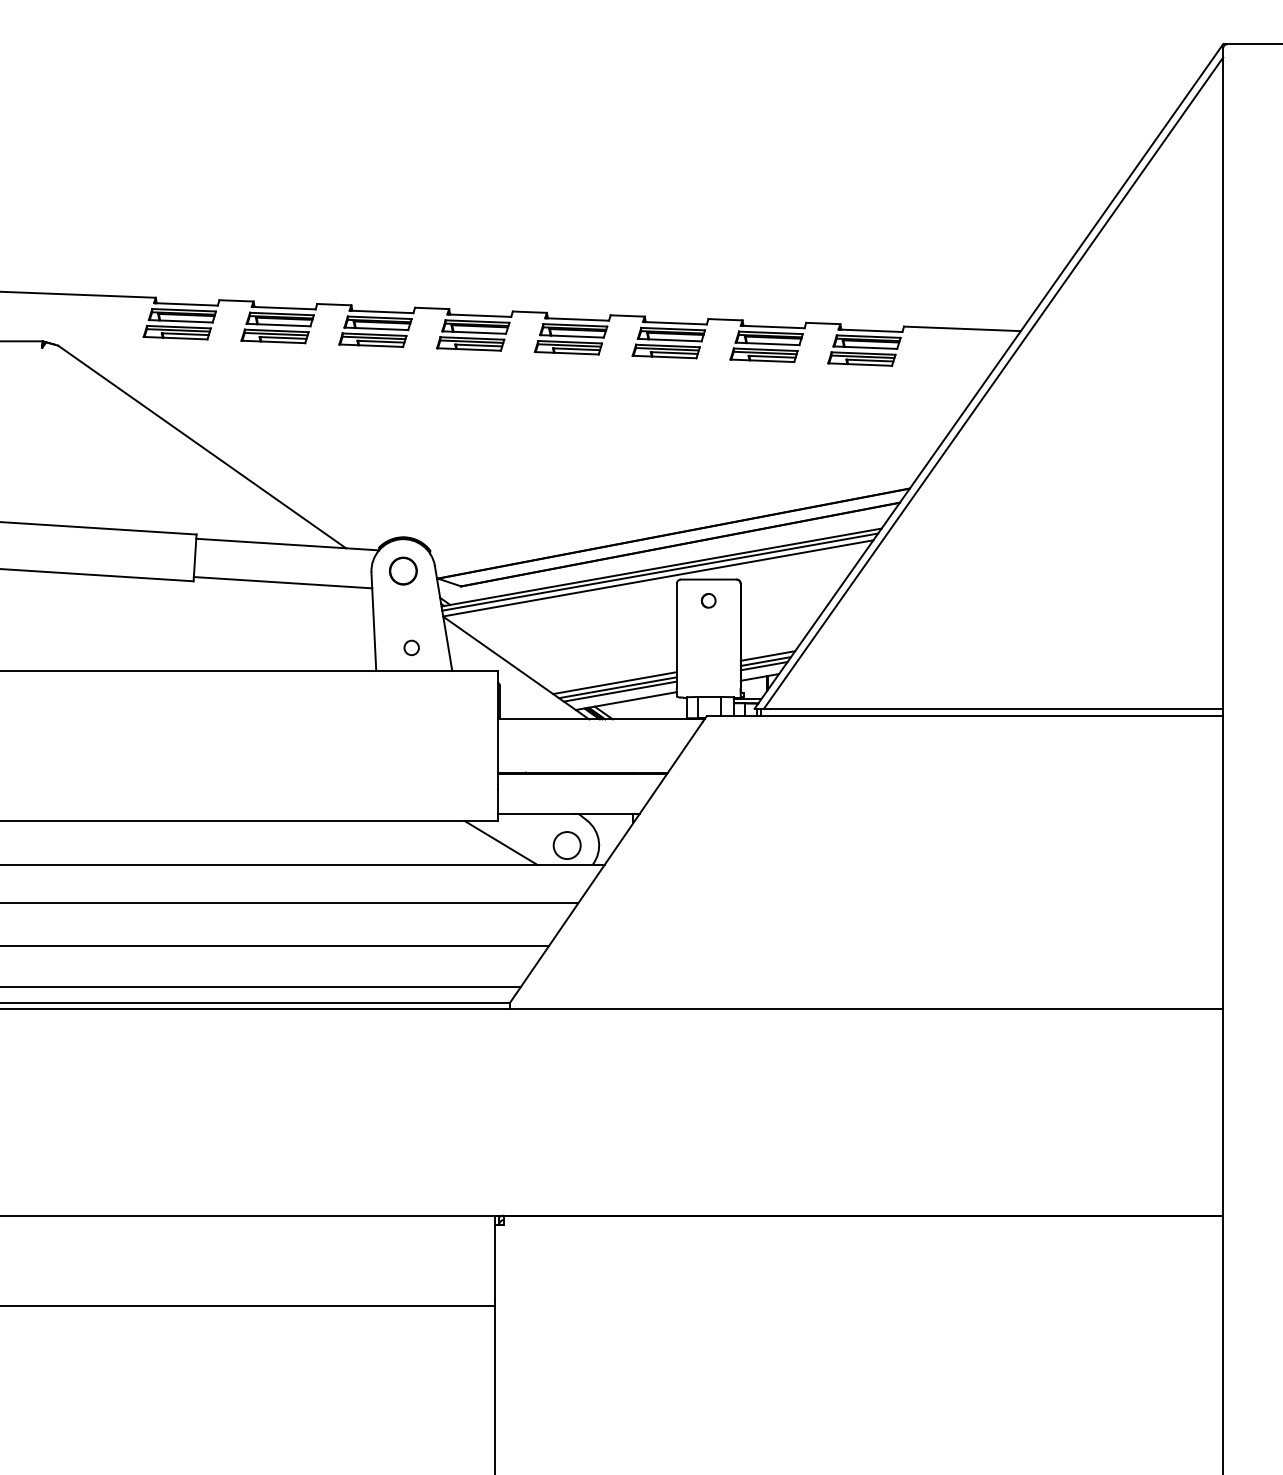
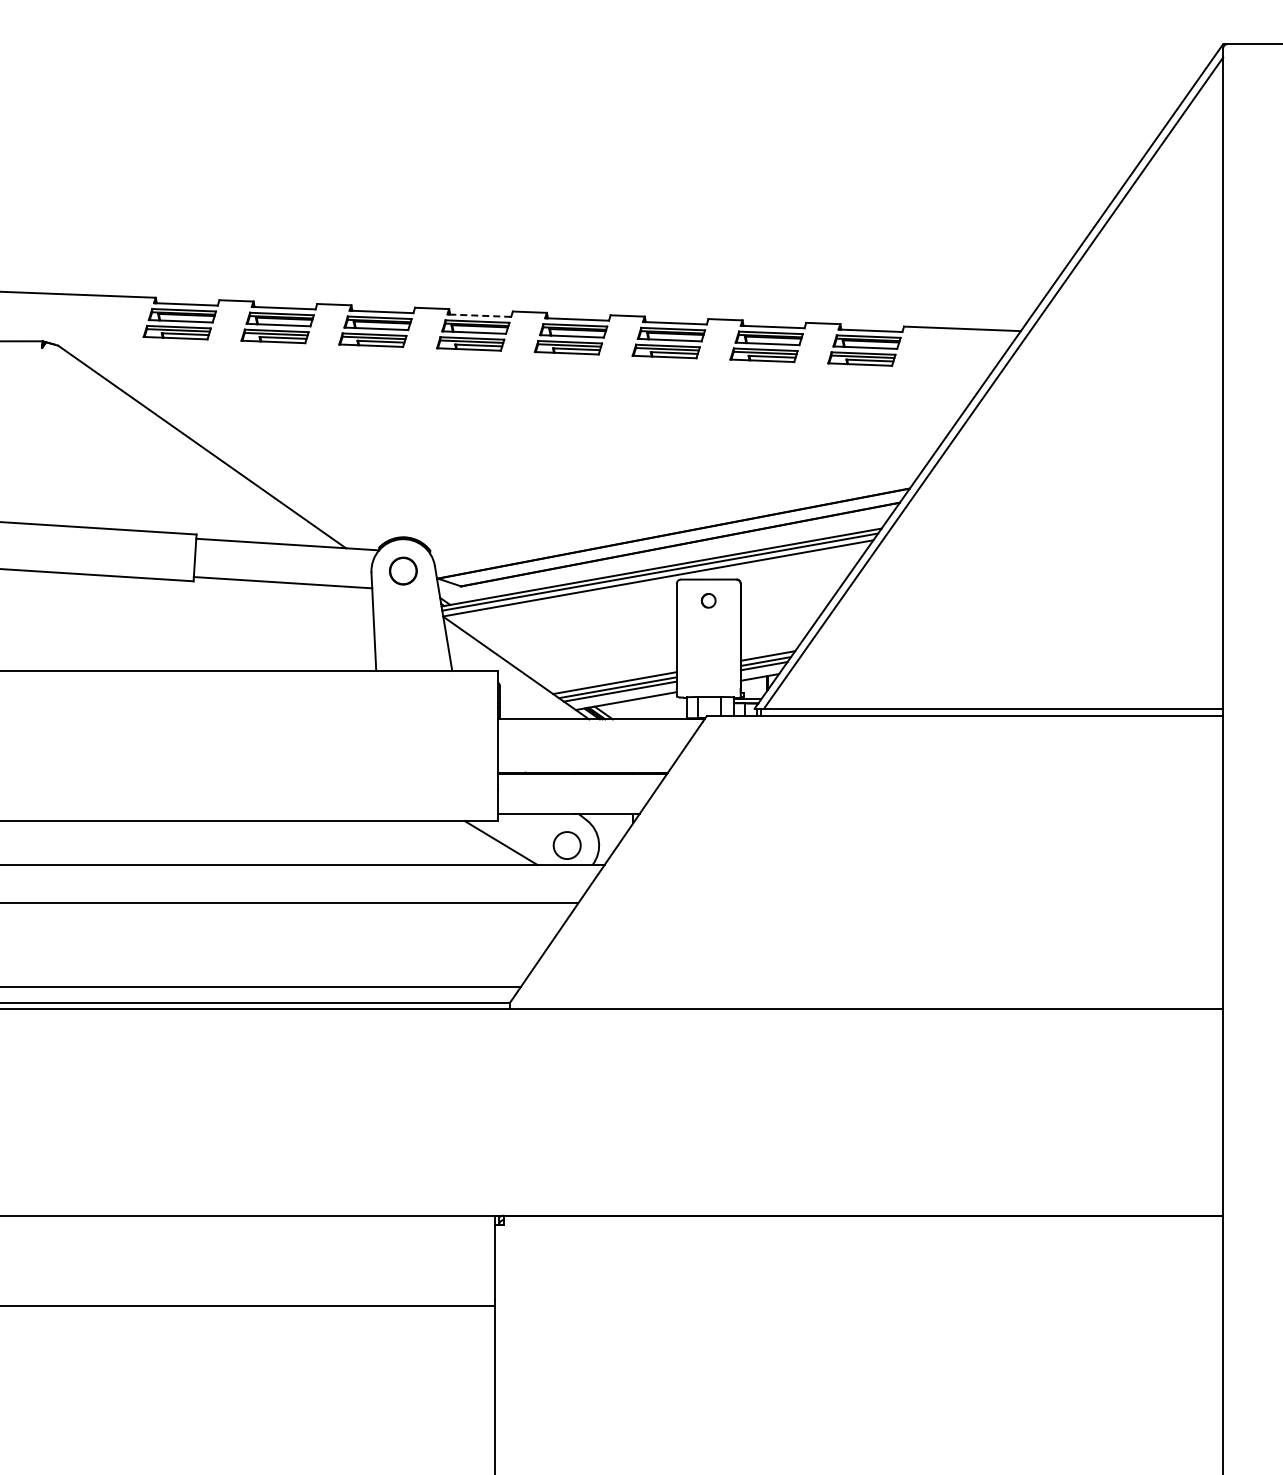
line at (479, 315): solid -> dashed
circle at (411, 647): present -> none
line at (275, 946): present -> none
